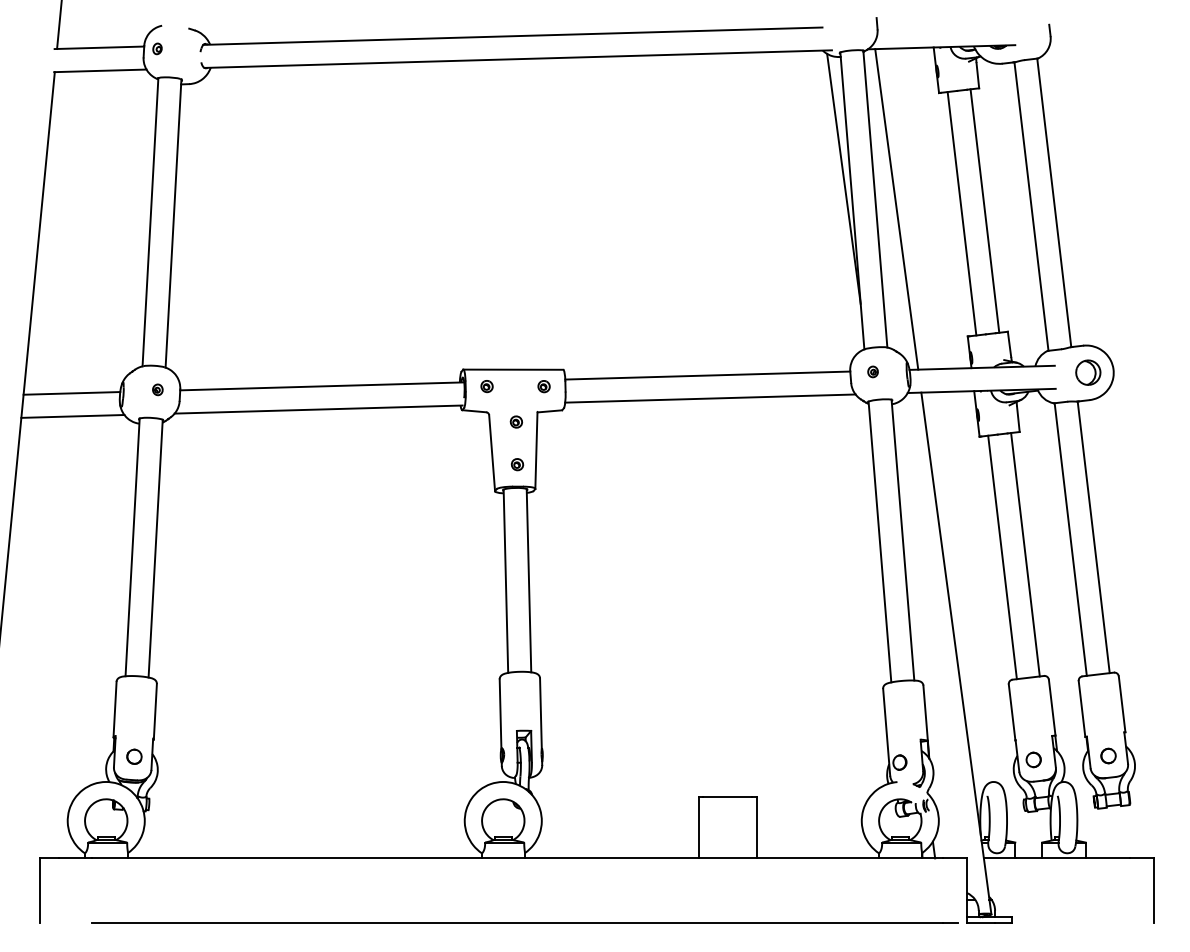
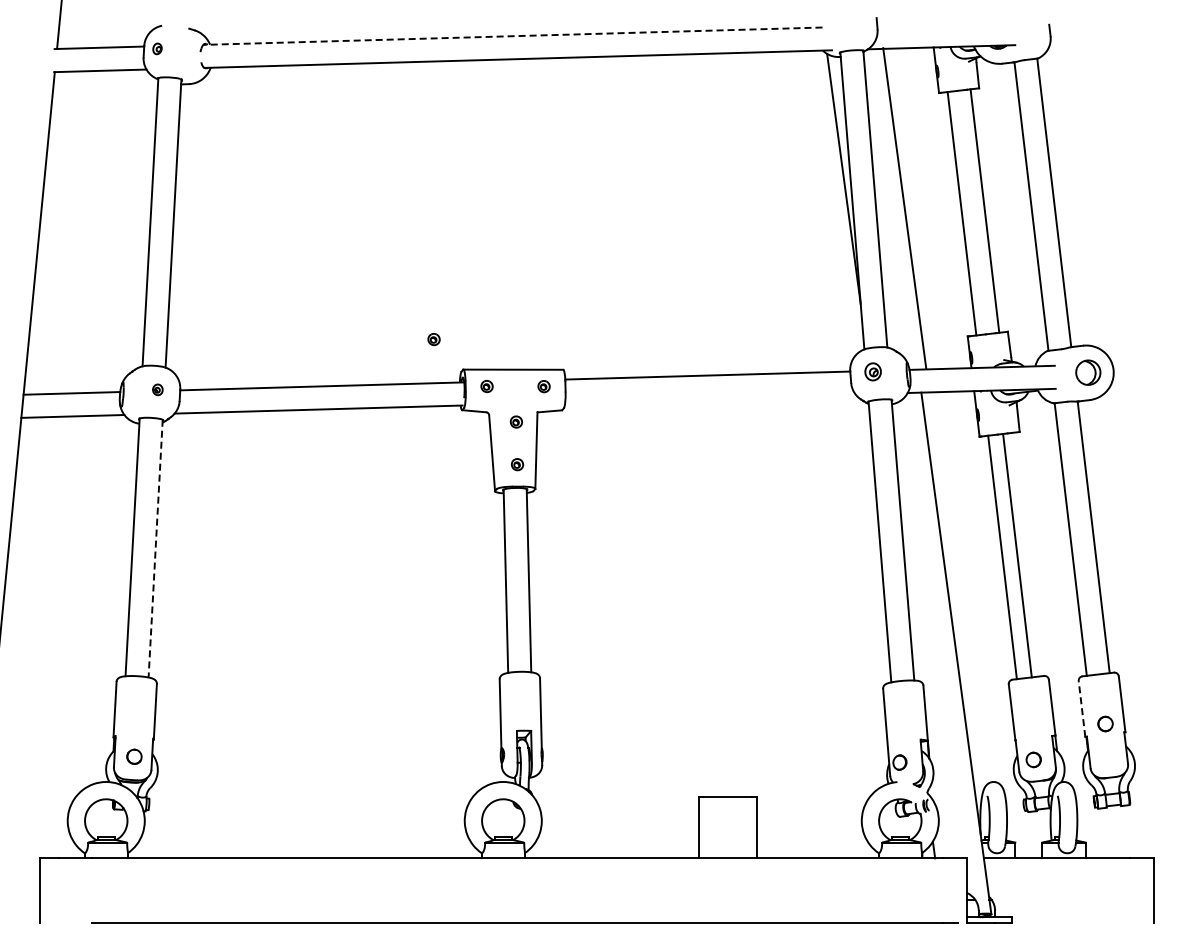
line at (512, 36): solid -> dashed
line at (896, 209) position: (896, 209) -> (904, 208)
part at (433, 339): none -> present
part at (872, 371) size: 12x14 px -> 18x20 px
line at (710, 398): present -> none
line at (155, 549): solid -> dashed
line at (1025, 554) position: (1025, 554) -> (1017, 555)
line at (1081, 708): solid -> dashed
part at (1108, 755) position: (1108, 755) -> (1105, 723)
